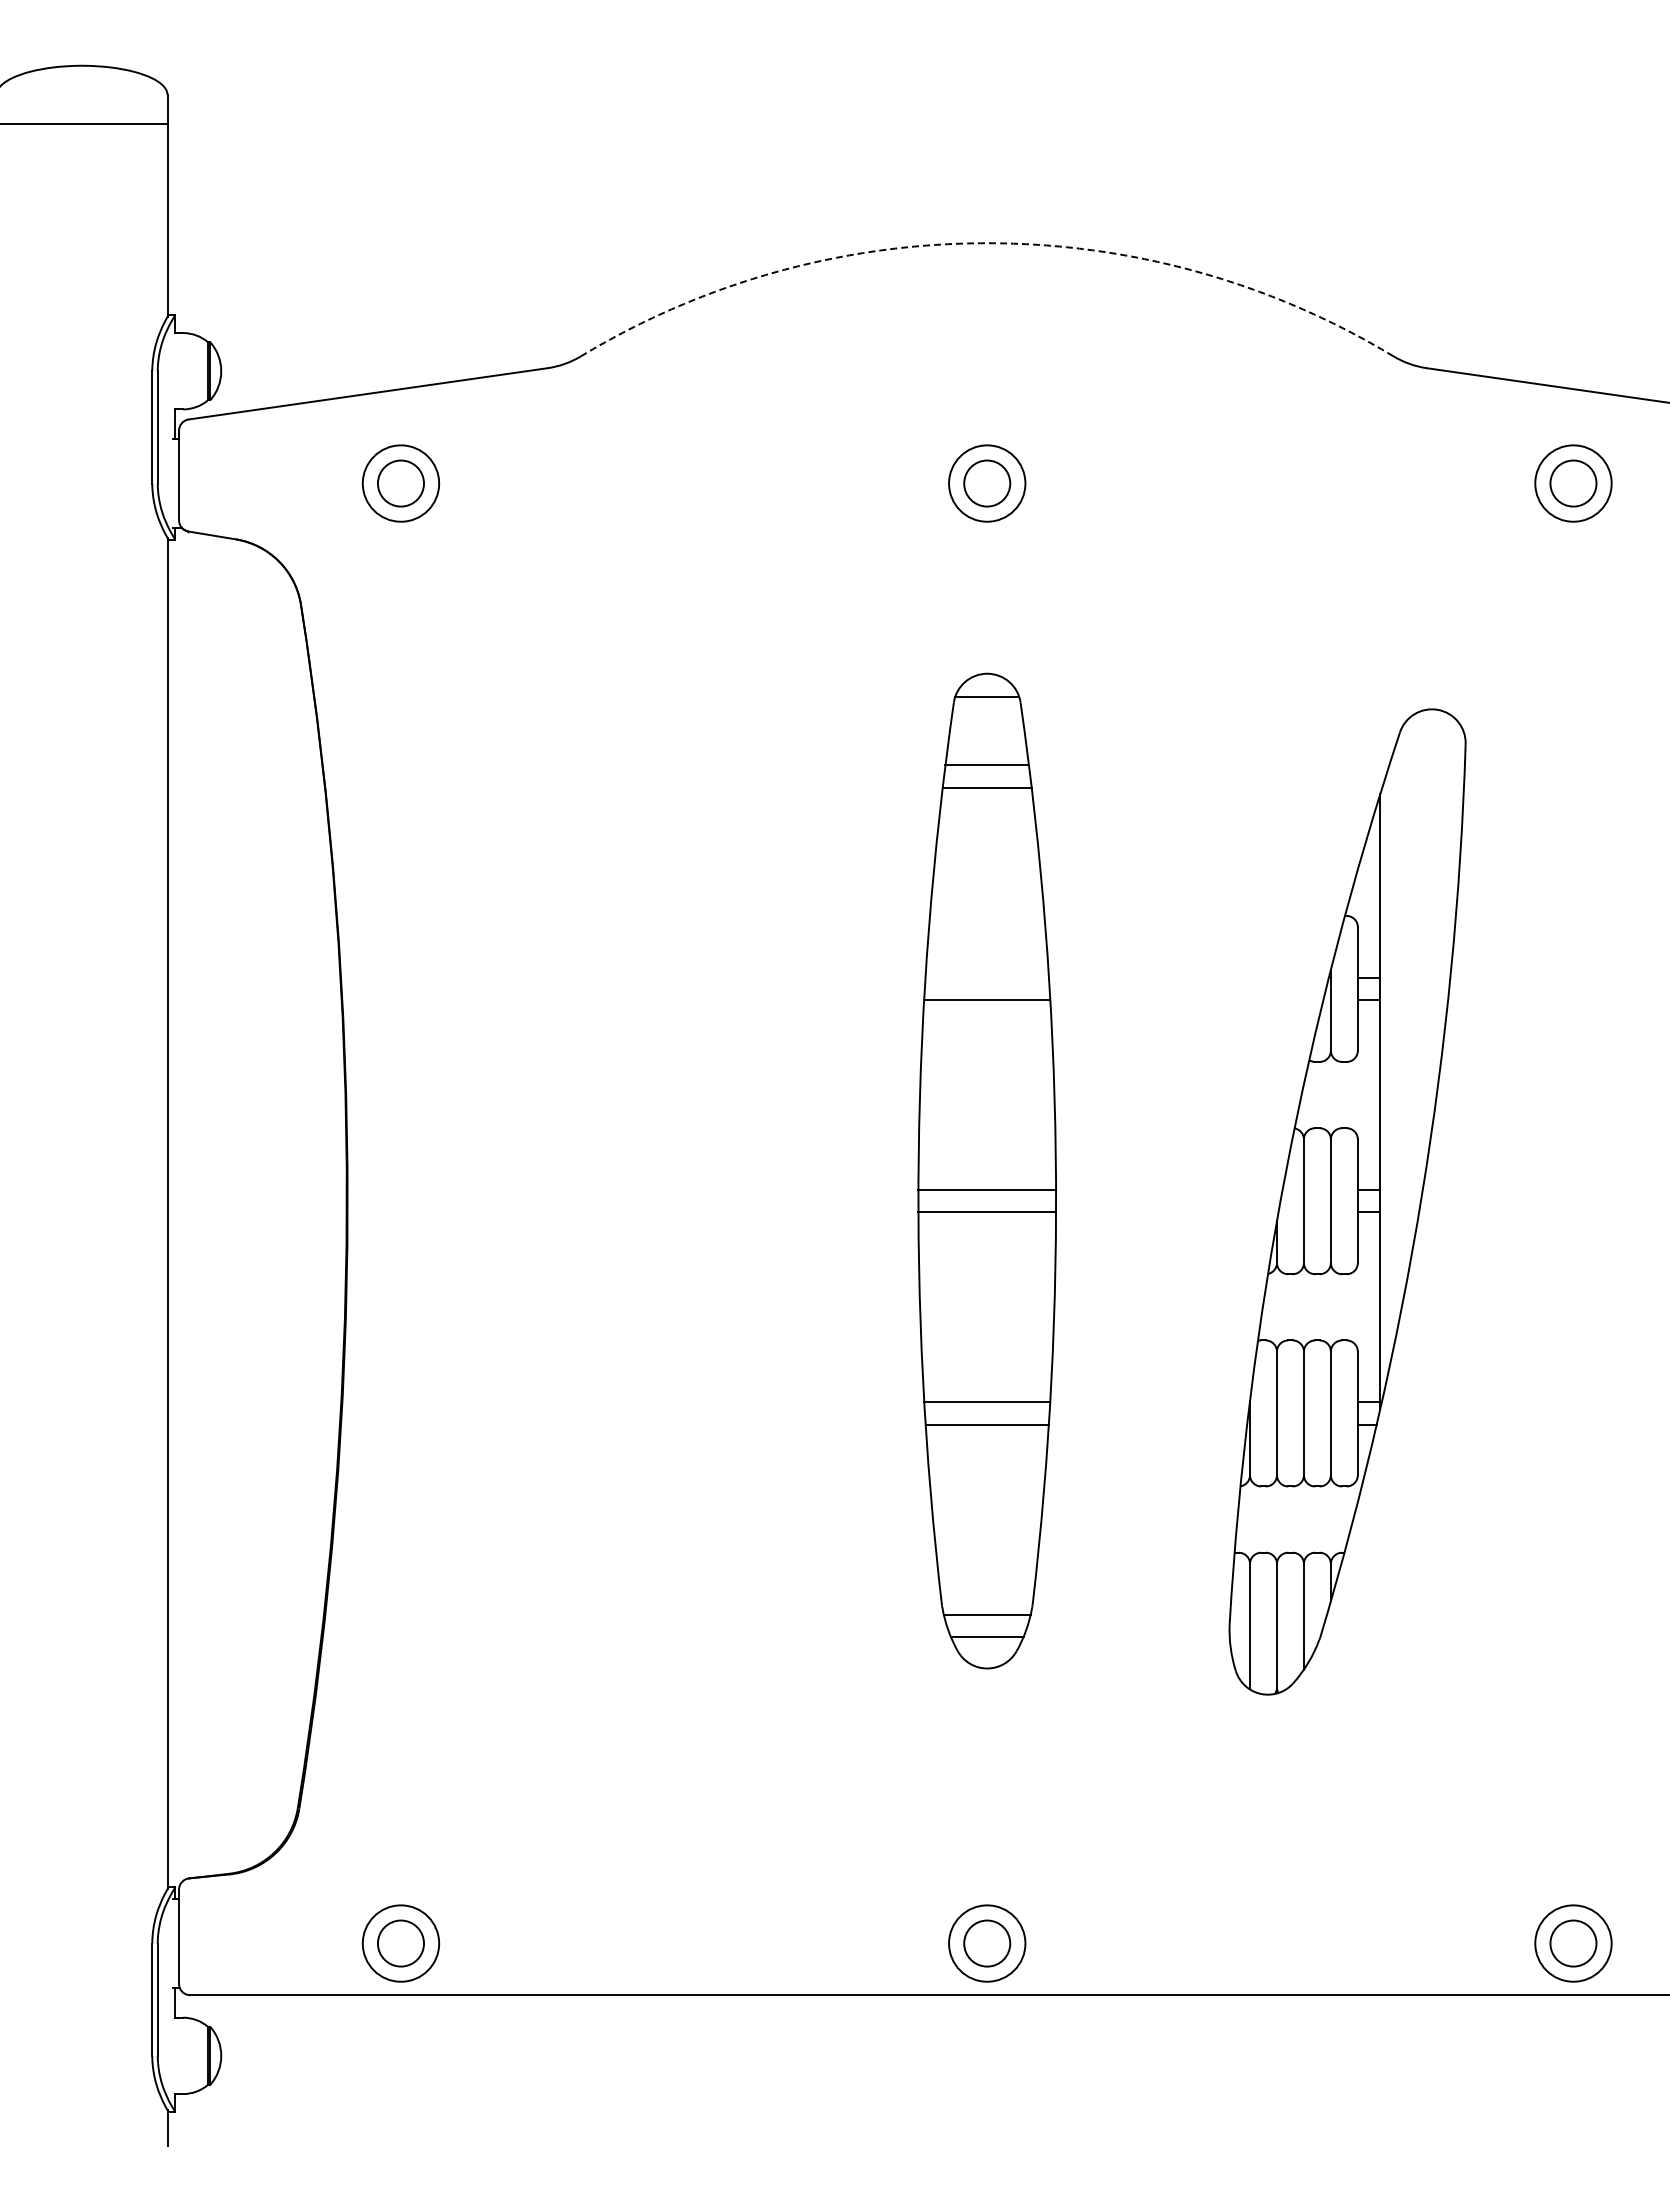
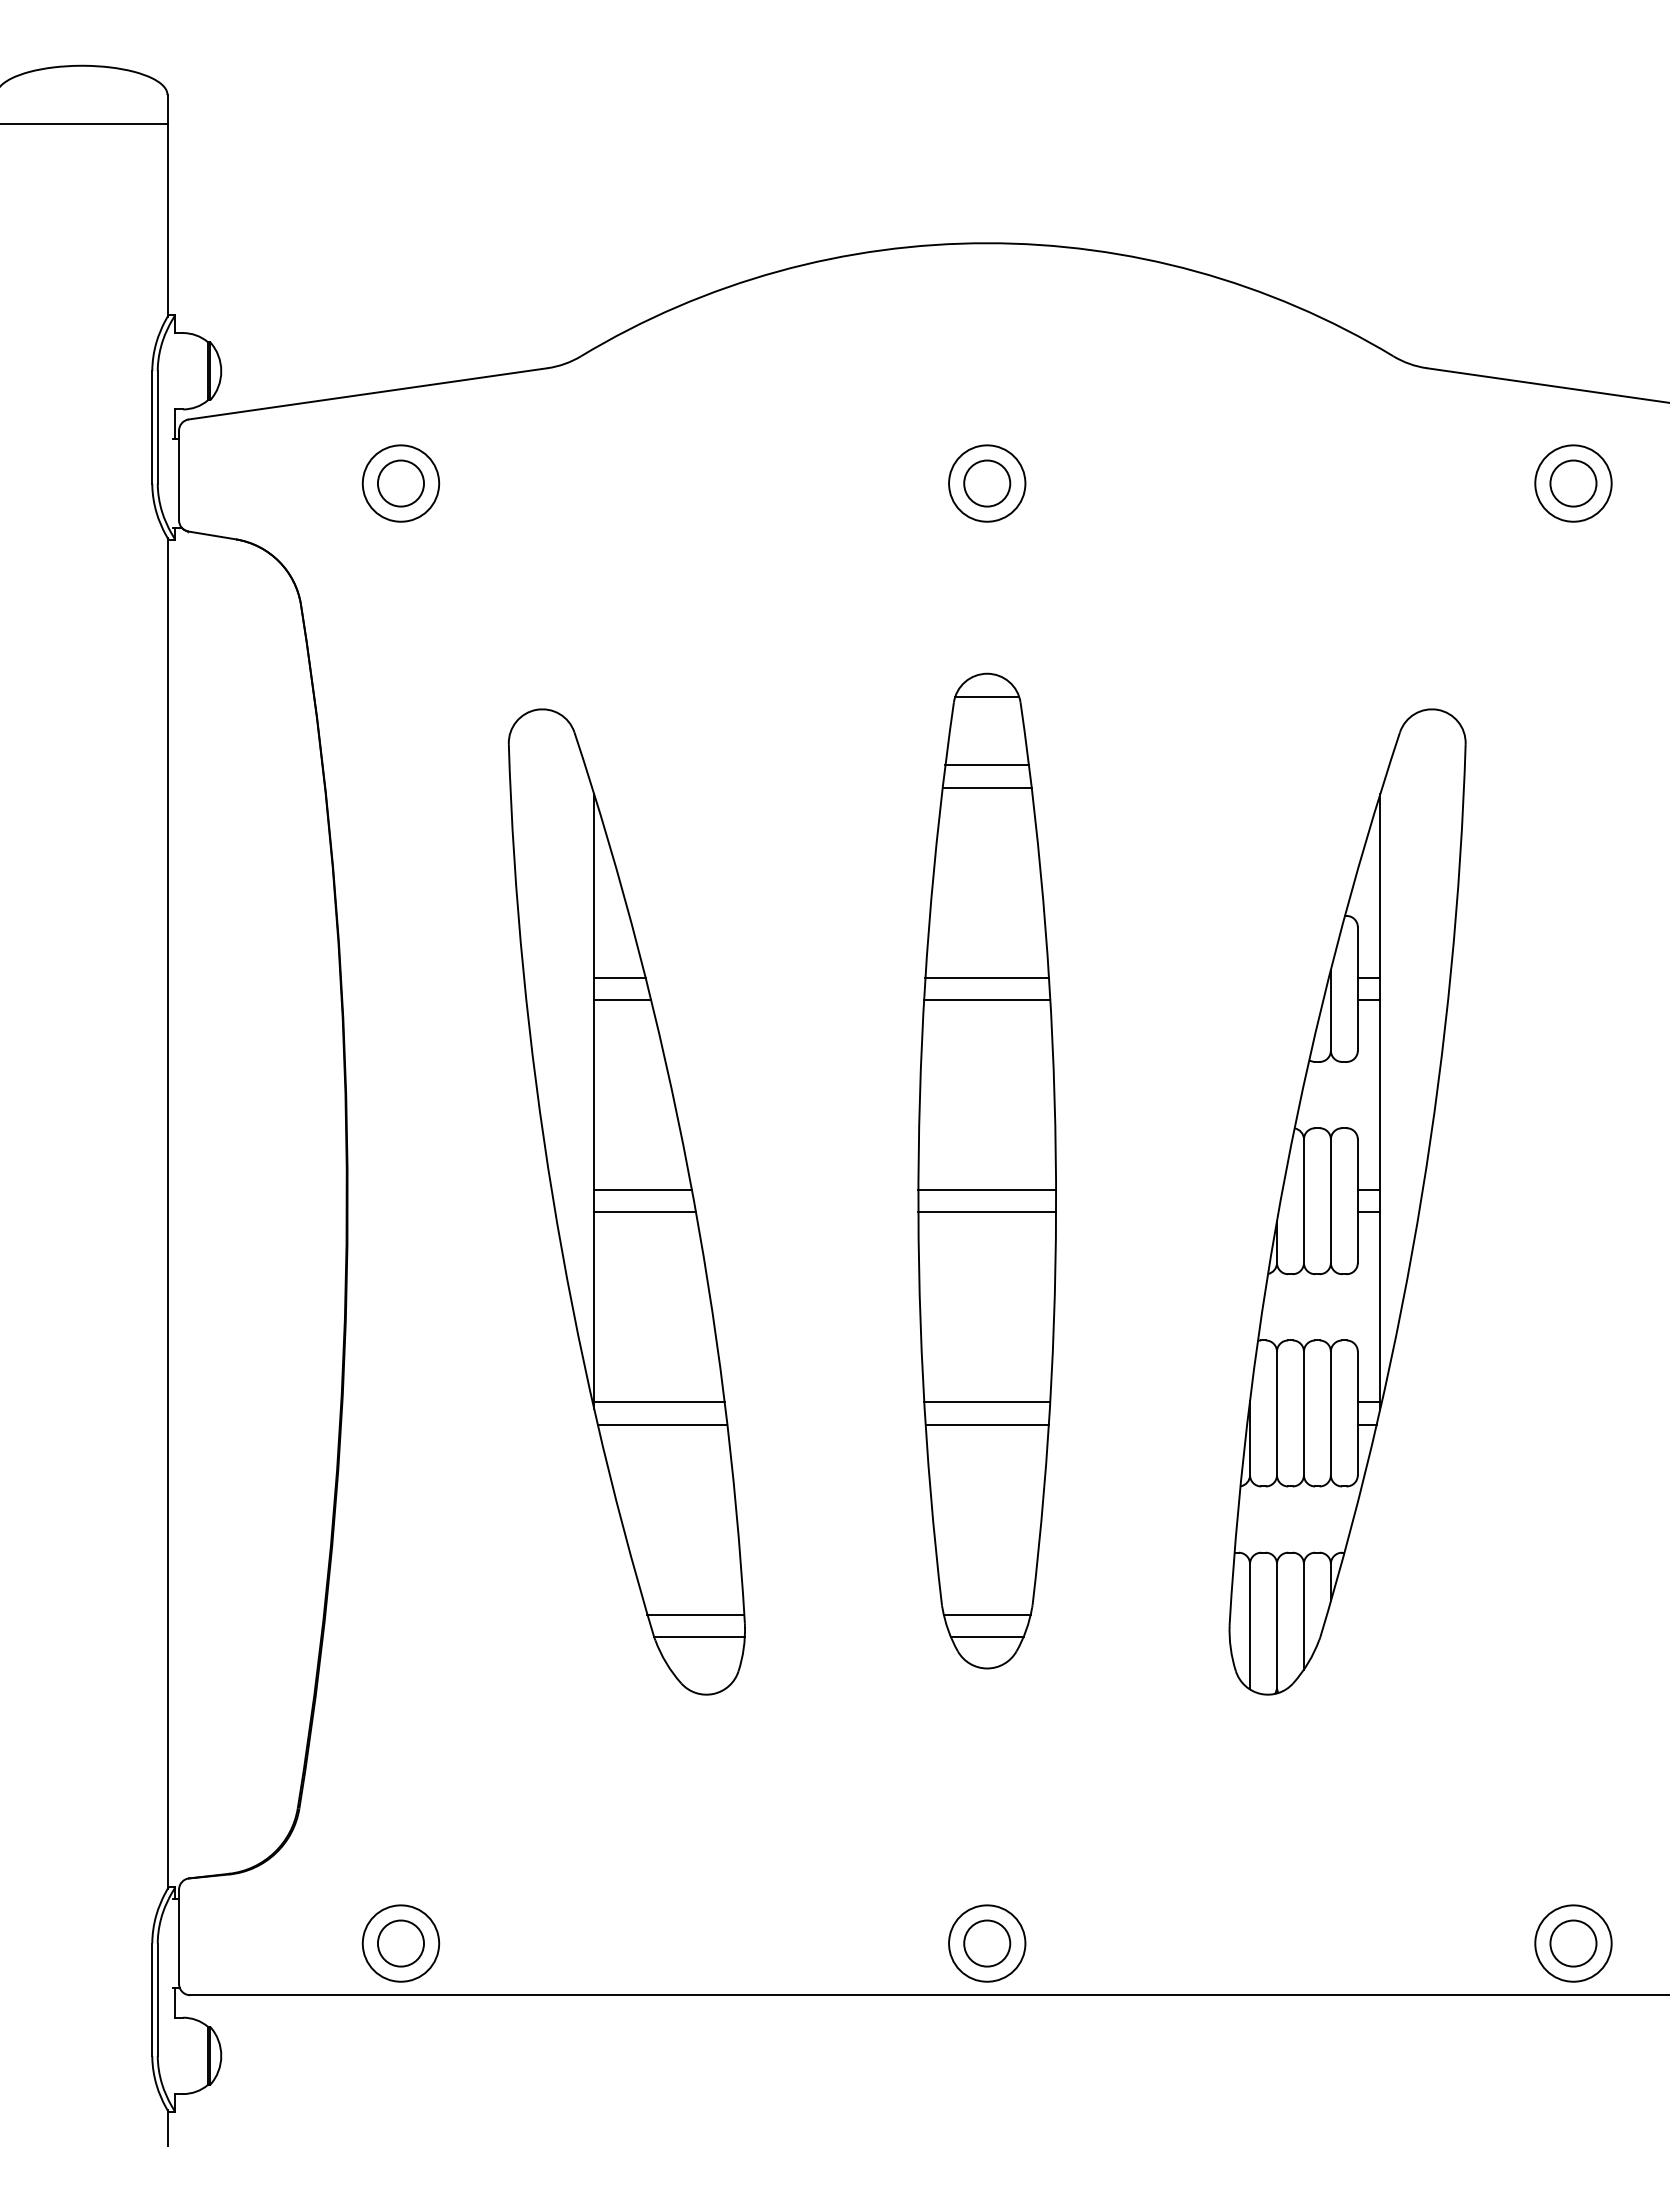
arc at (987, 243): dashed -> solid
line at (987, 977): none -> present
part at (626, 1201): none -> present
